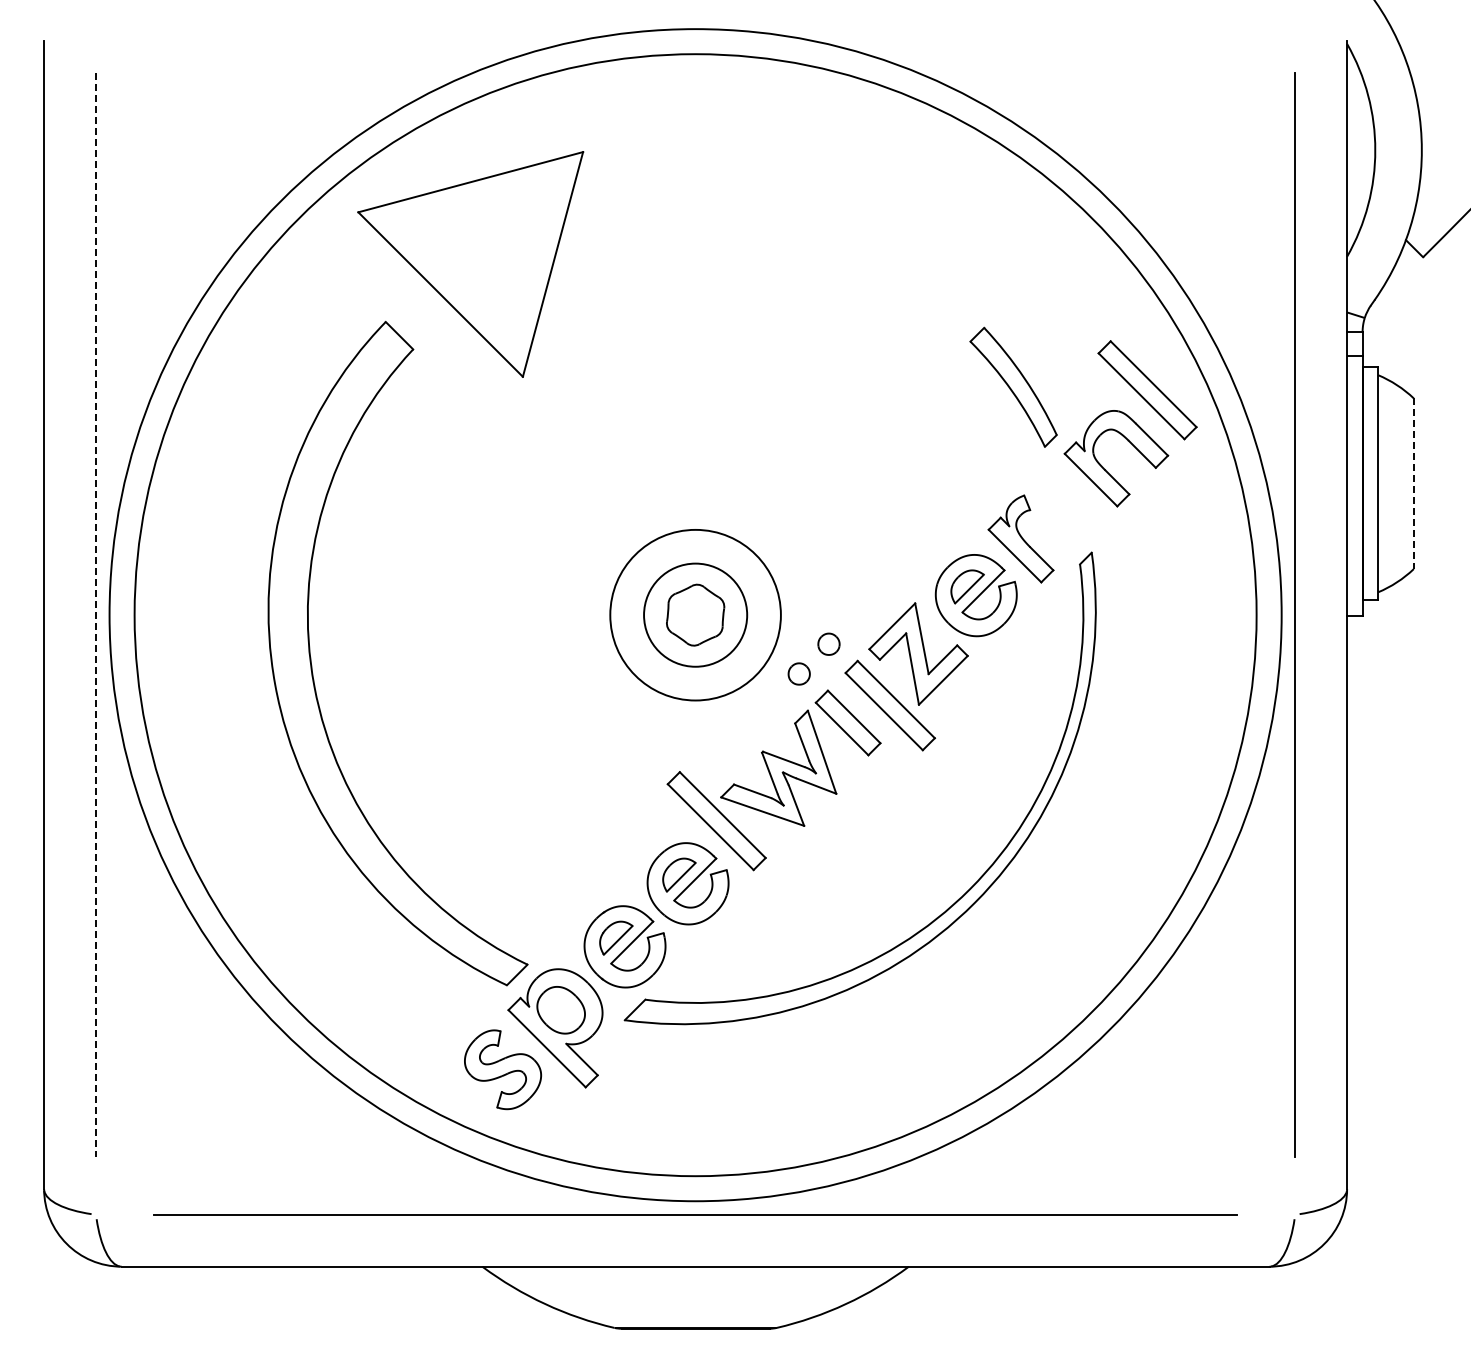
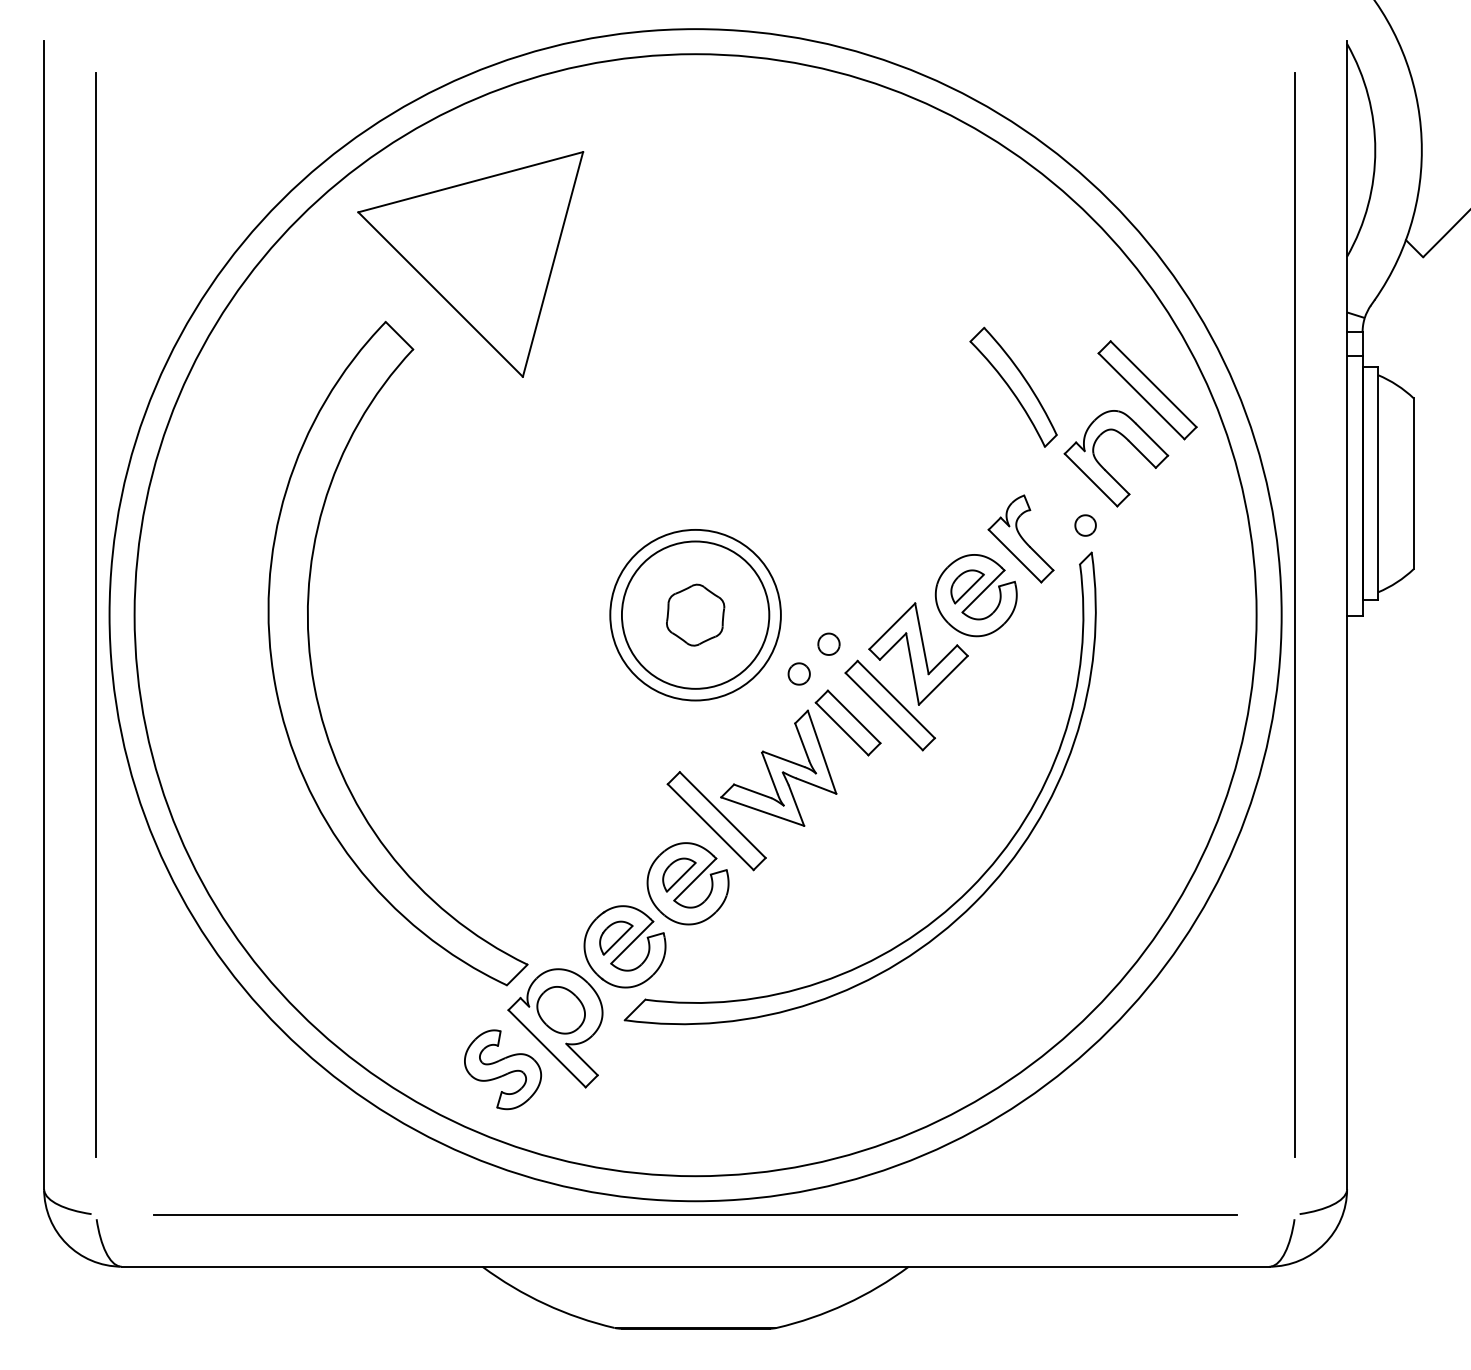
line at (1413, 484): dashed -> solid
part at (1085, 525): none -> present
circle at (695, 614) diameter: 103 px -> 147 px
line at (96, 615): dashed -> solid
